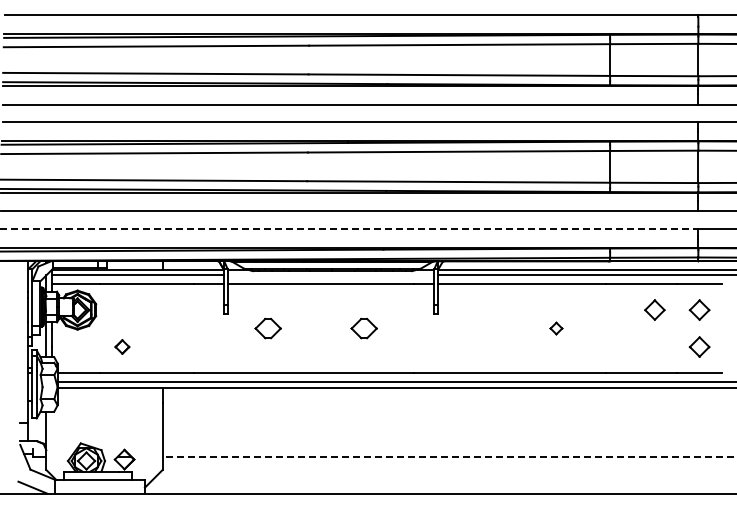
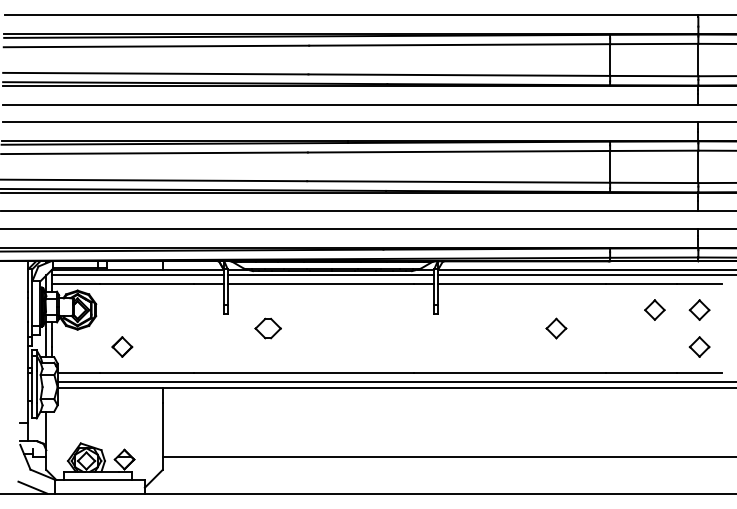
line at (349, 229): dashed -> solid
line at (330, 275): none -> present
part at (363, 328): present -> none
part at (556, 328) size: 15x15 px -> 23x23 px
part at (122, 346) size: 17x16 px -> 23x22 px
line at (449, 456): dashed -> solid
